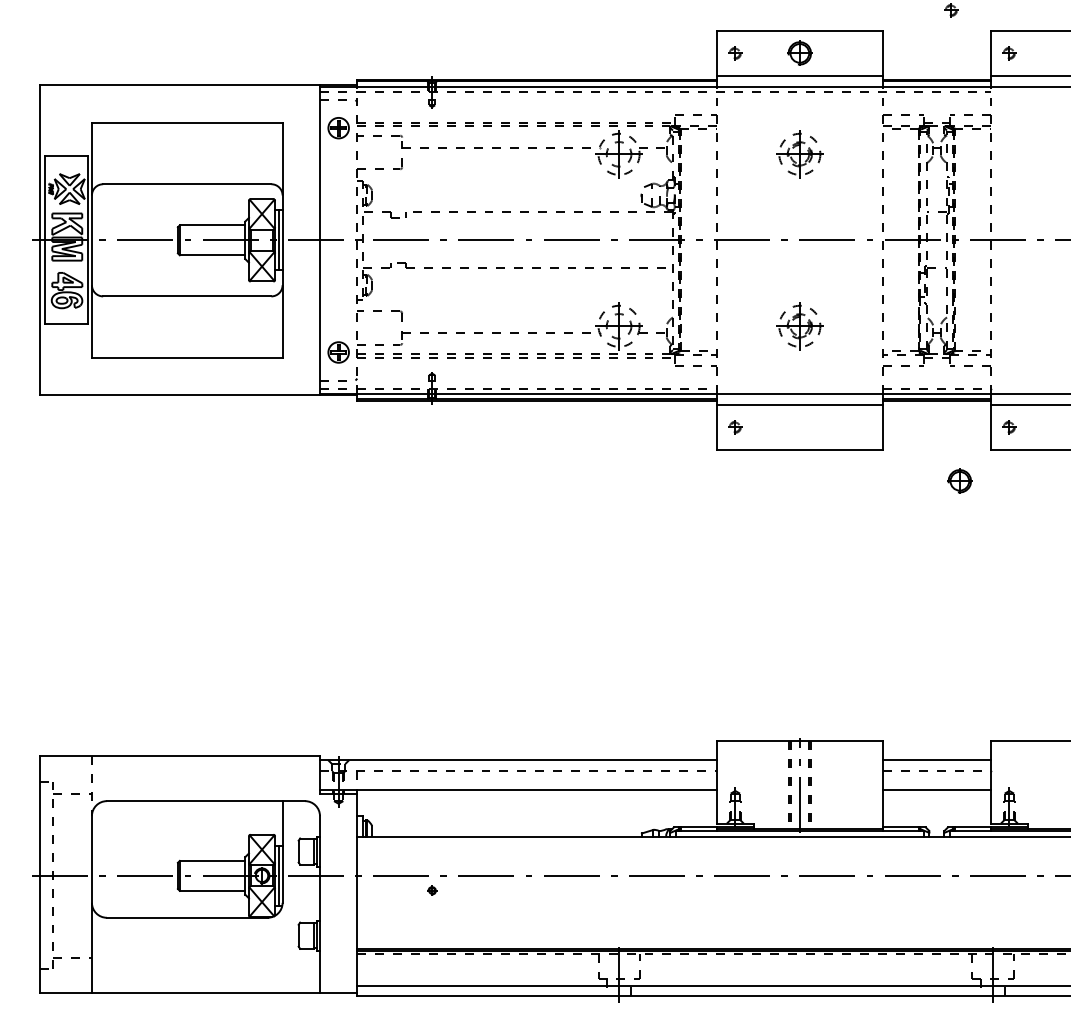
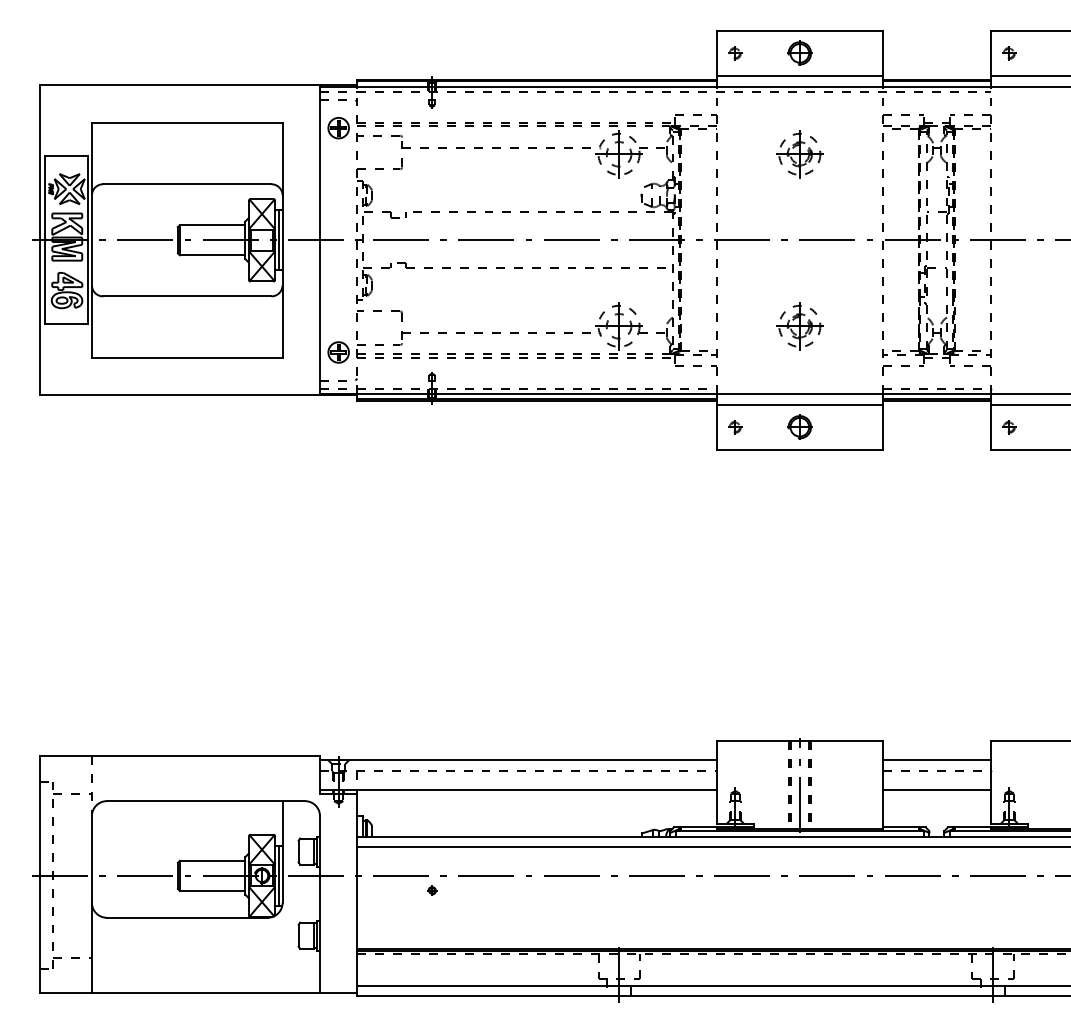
part at (951, 10): present -> none
part at (959, 480) position: (959, 480) -> (799, 426)
line at (712, 847): none -> present
